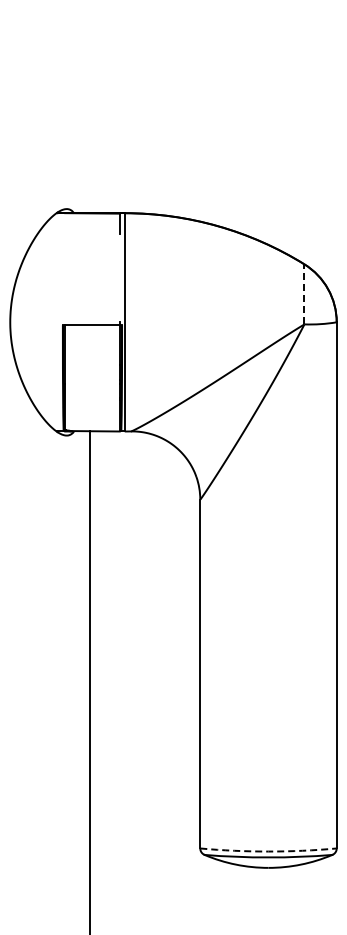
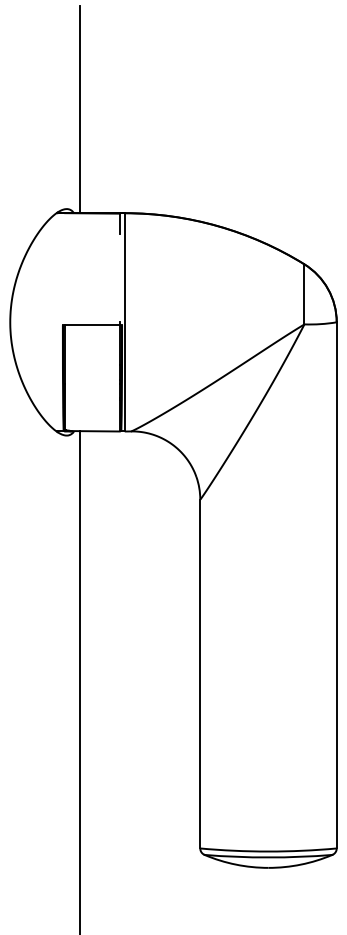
line at (80, 109): none -> present
line at (304, 293): dashed -> solid
line at (90, 681) position: (90, 681) -> (80, 681)
arc at (268, 851): dashed -> solid
